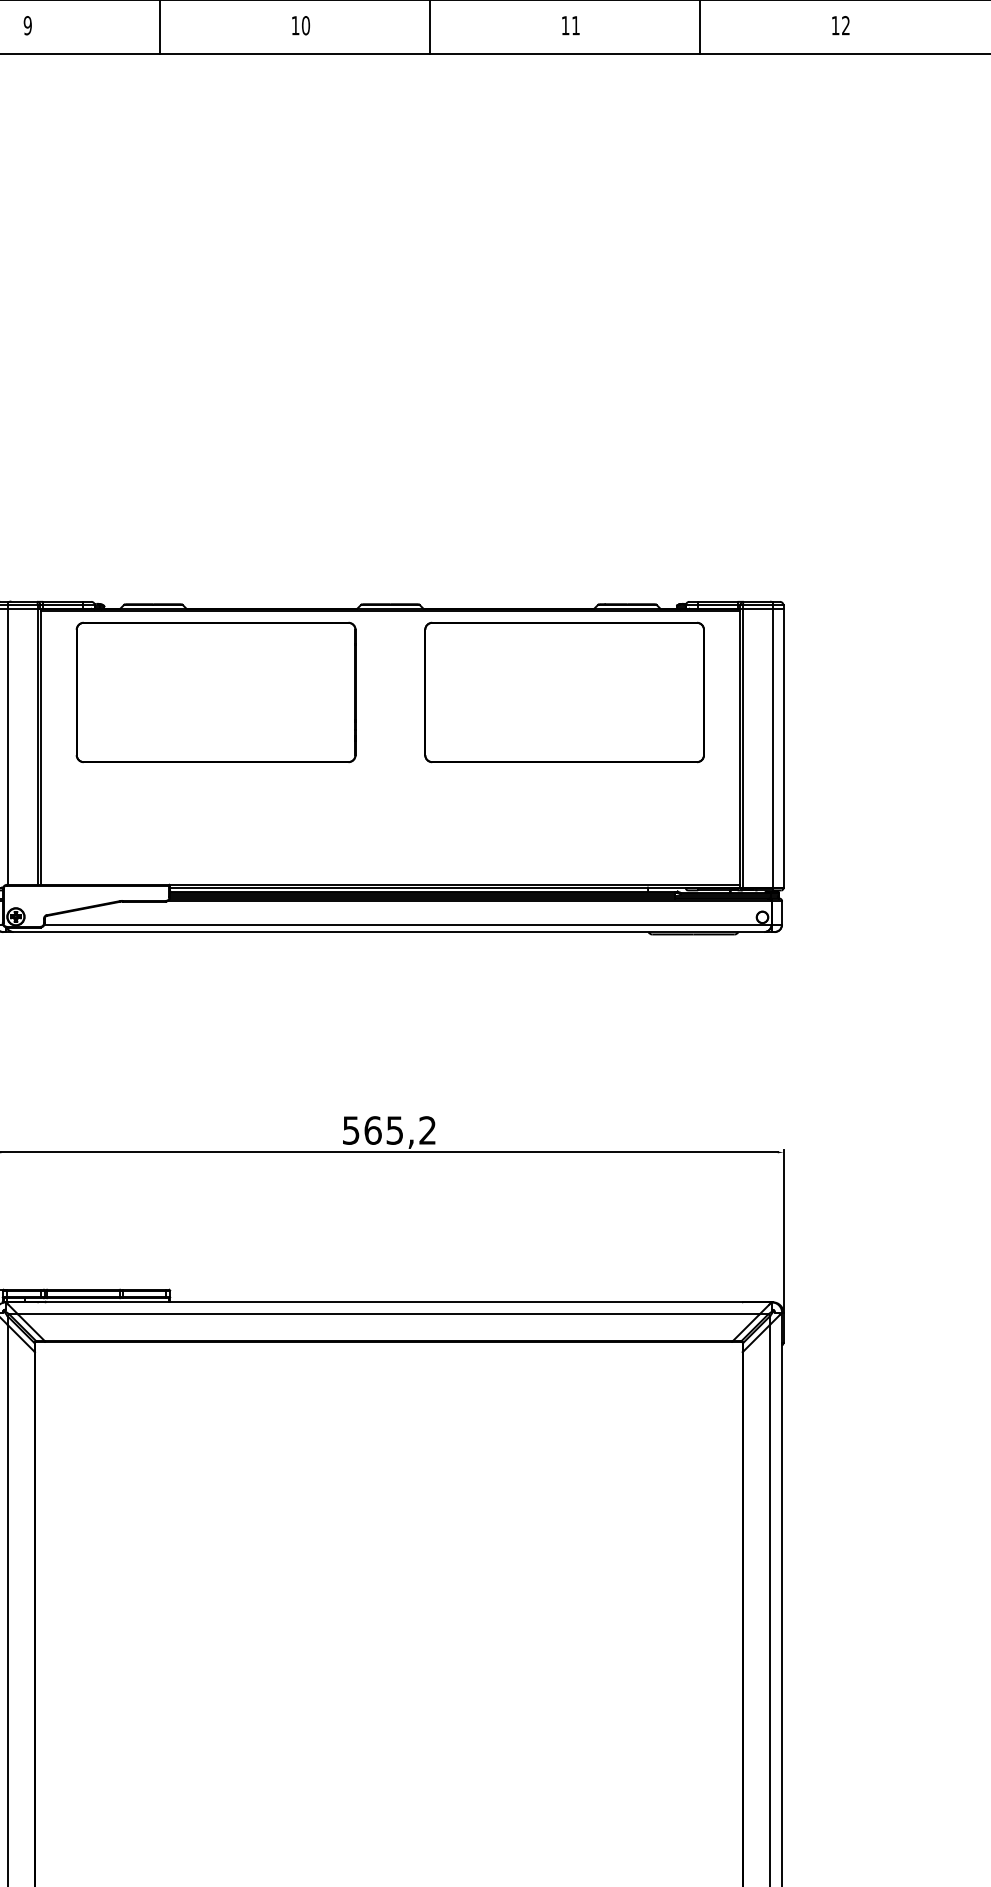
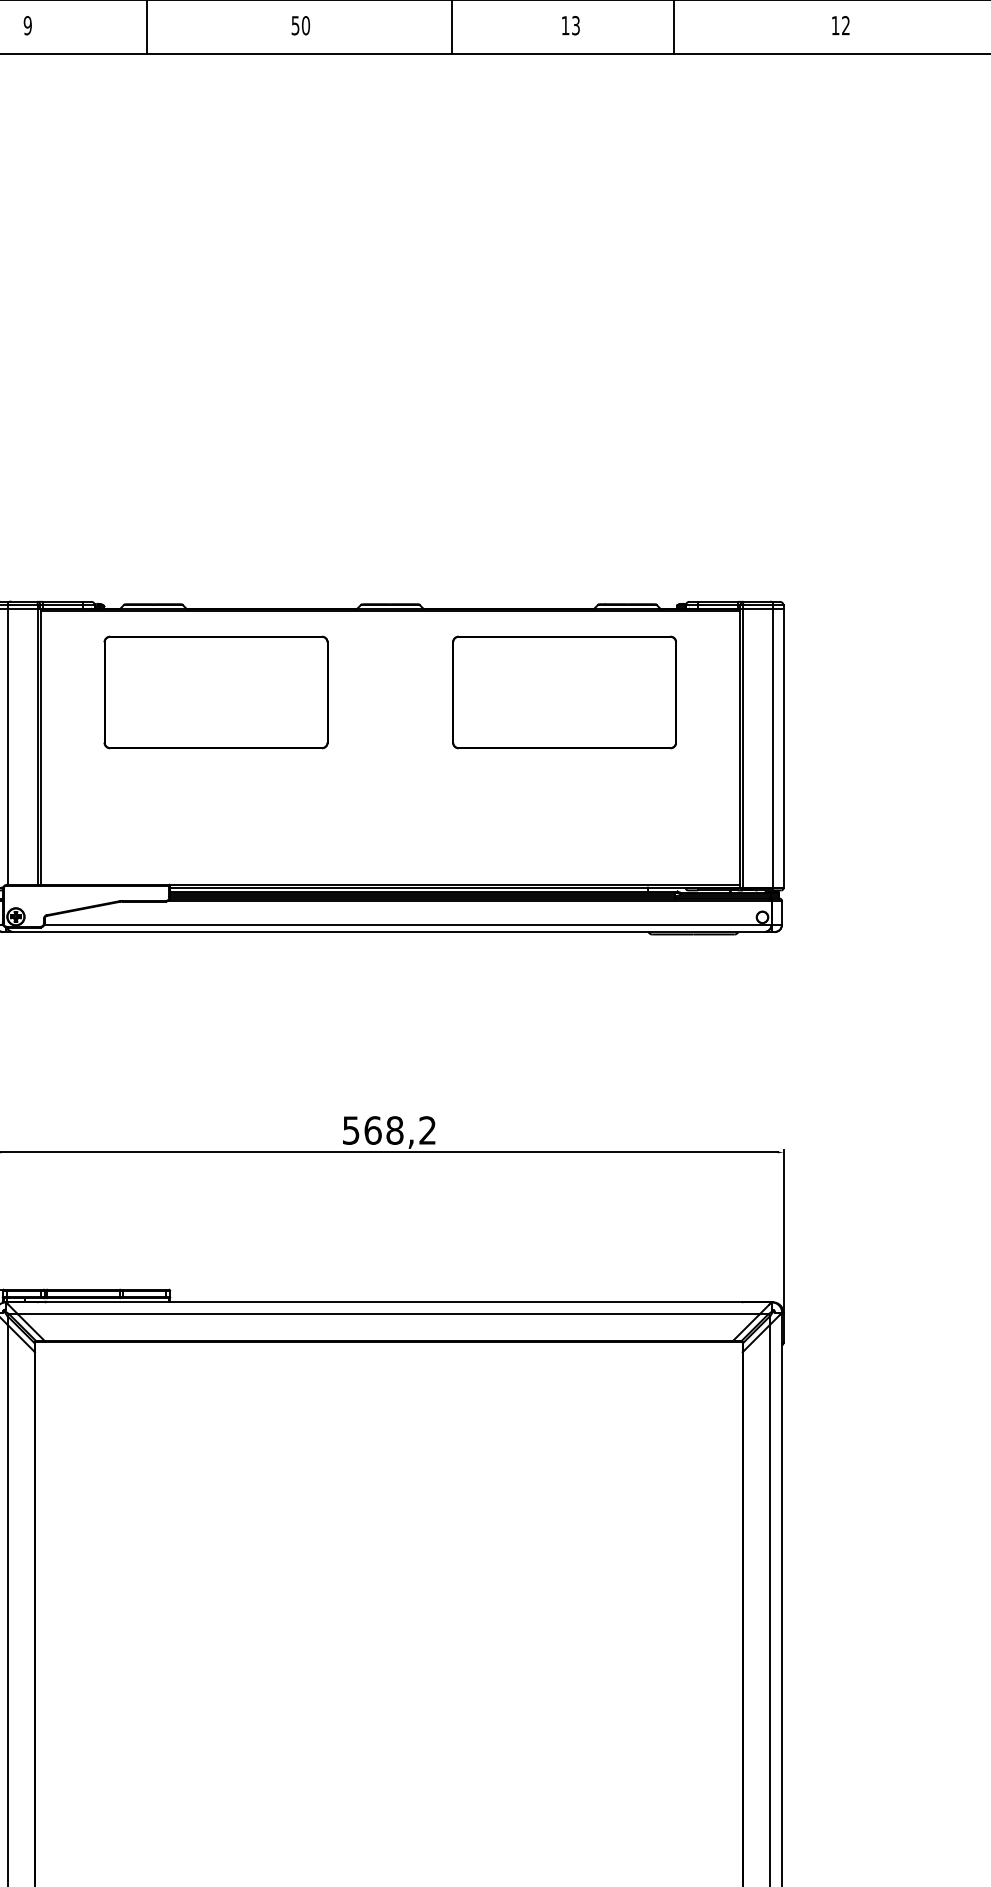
text at (295, 25): 10 -> 50
text at (575, 25): 11 -> 13
line at (159, 27) position: (159, 27) -> (146, 27)
line at (429, 27) position: (429, 27) -> (451, 27)
line at (699, 27) position: (699, 27) -> (673, 27)
part at (215, 692) size: 282x143 px -> 226x115 px
part at (564, 692) size: 281x143 px -> 225x115 px
text at (394, 1130): 565,2 -> 568,2
